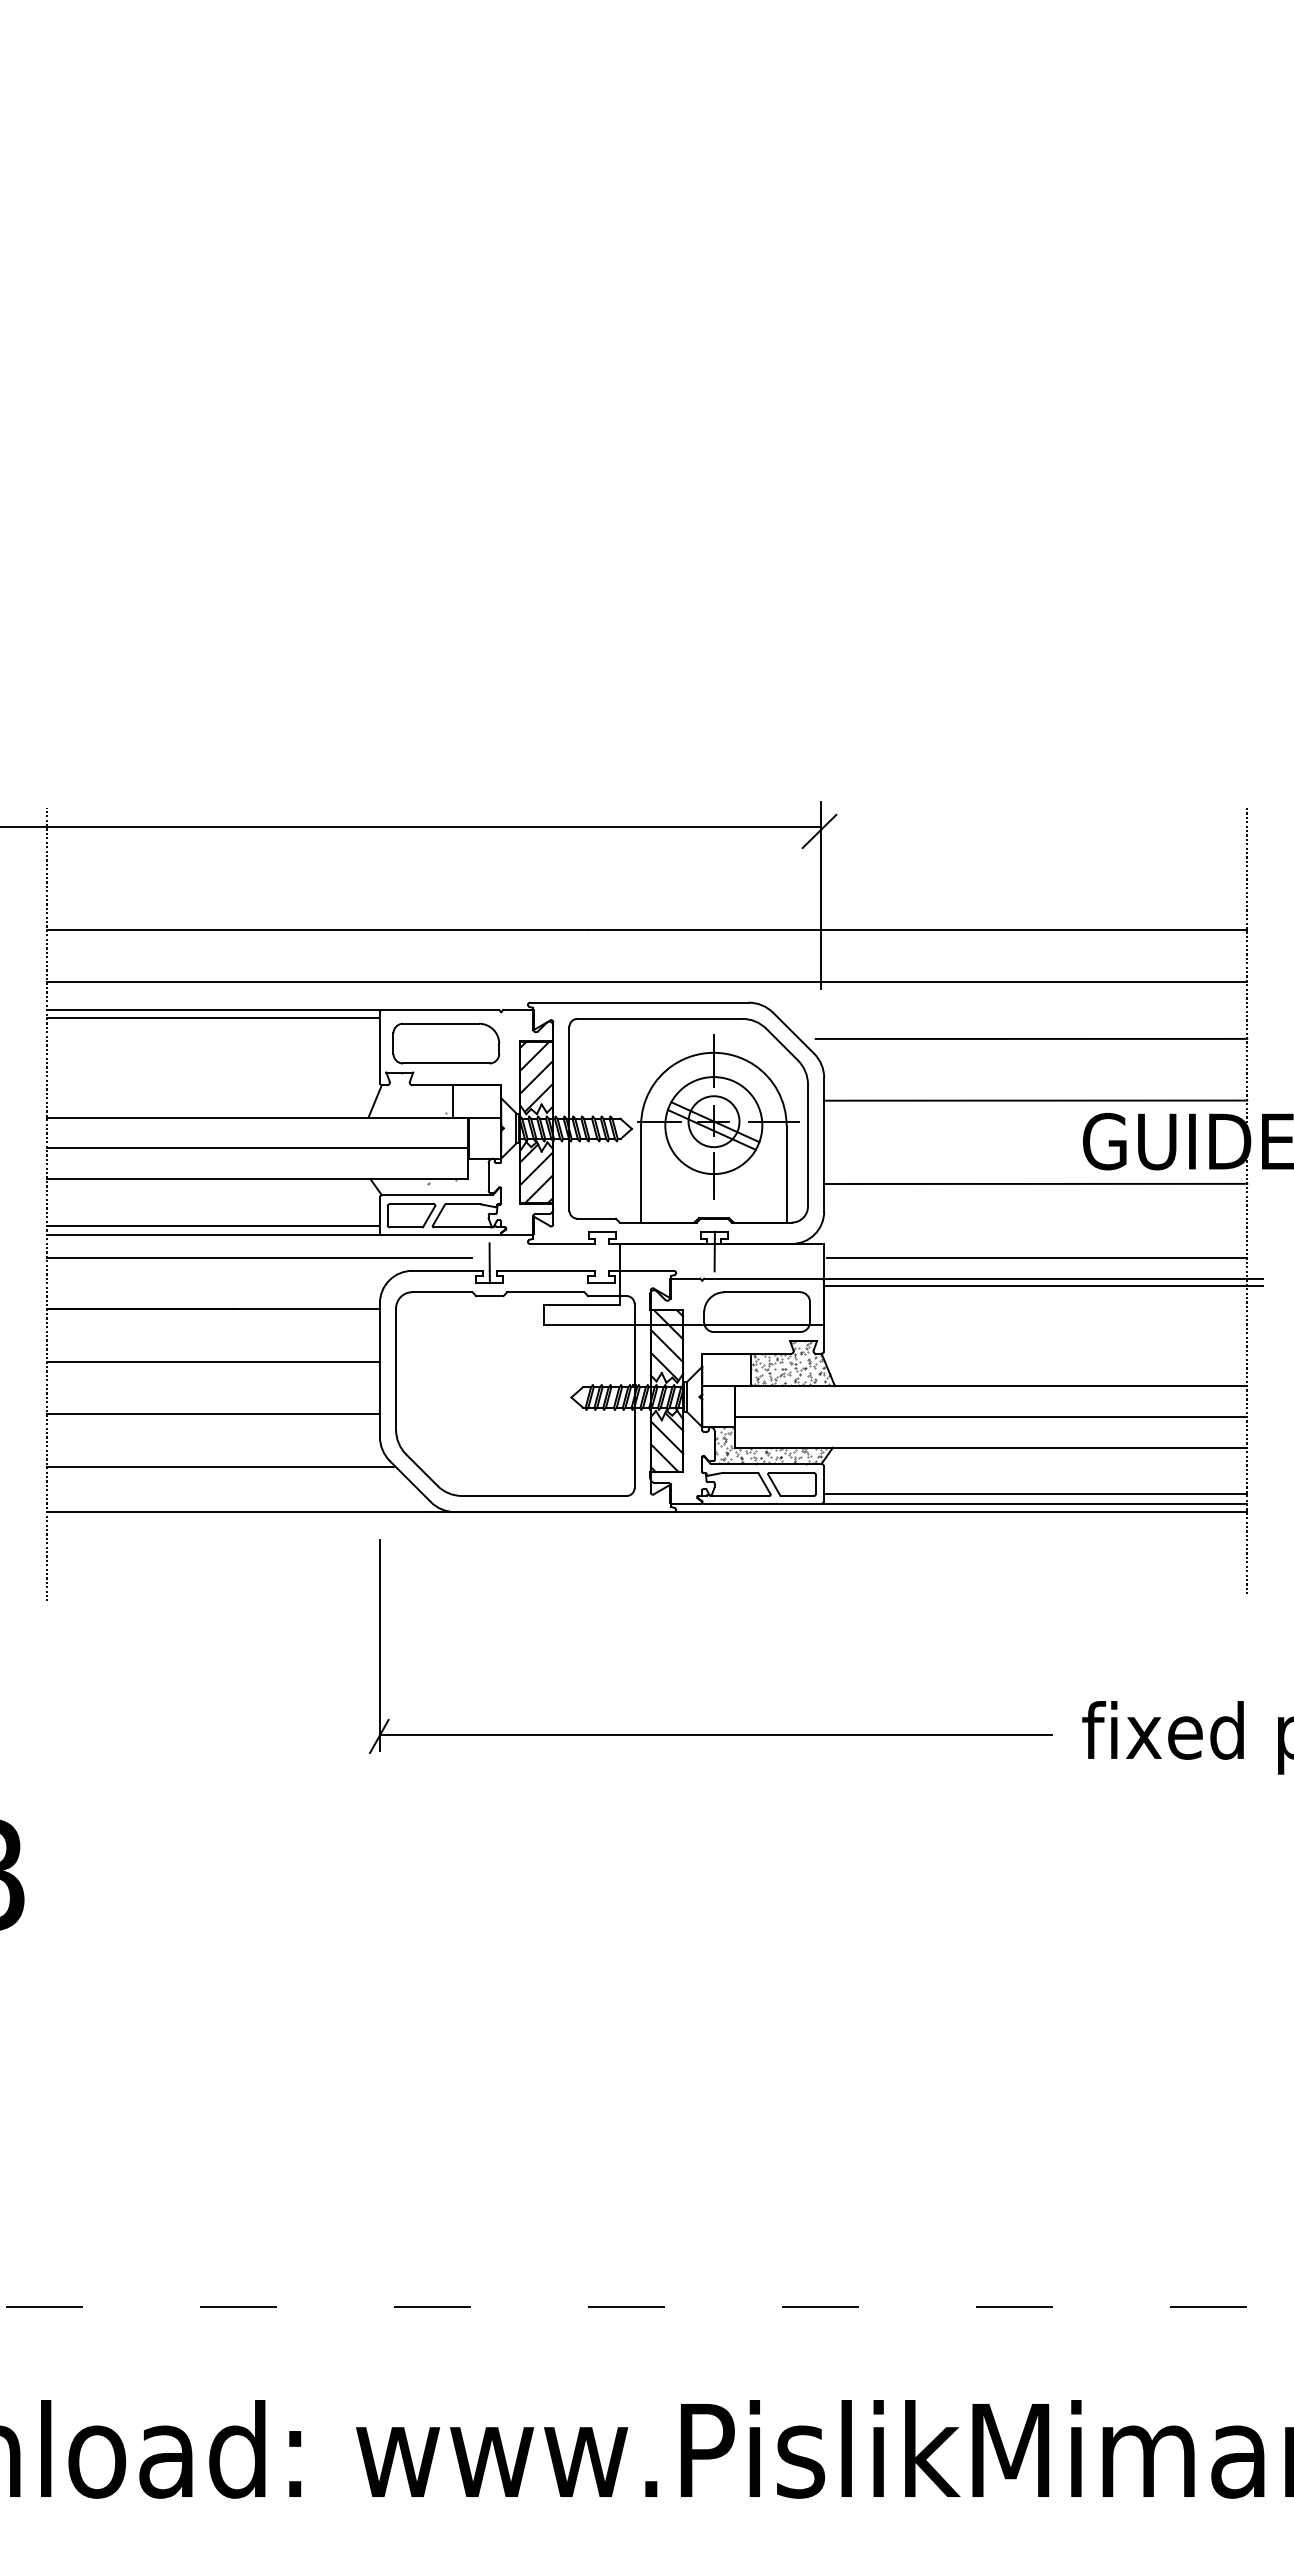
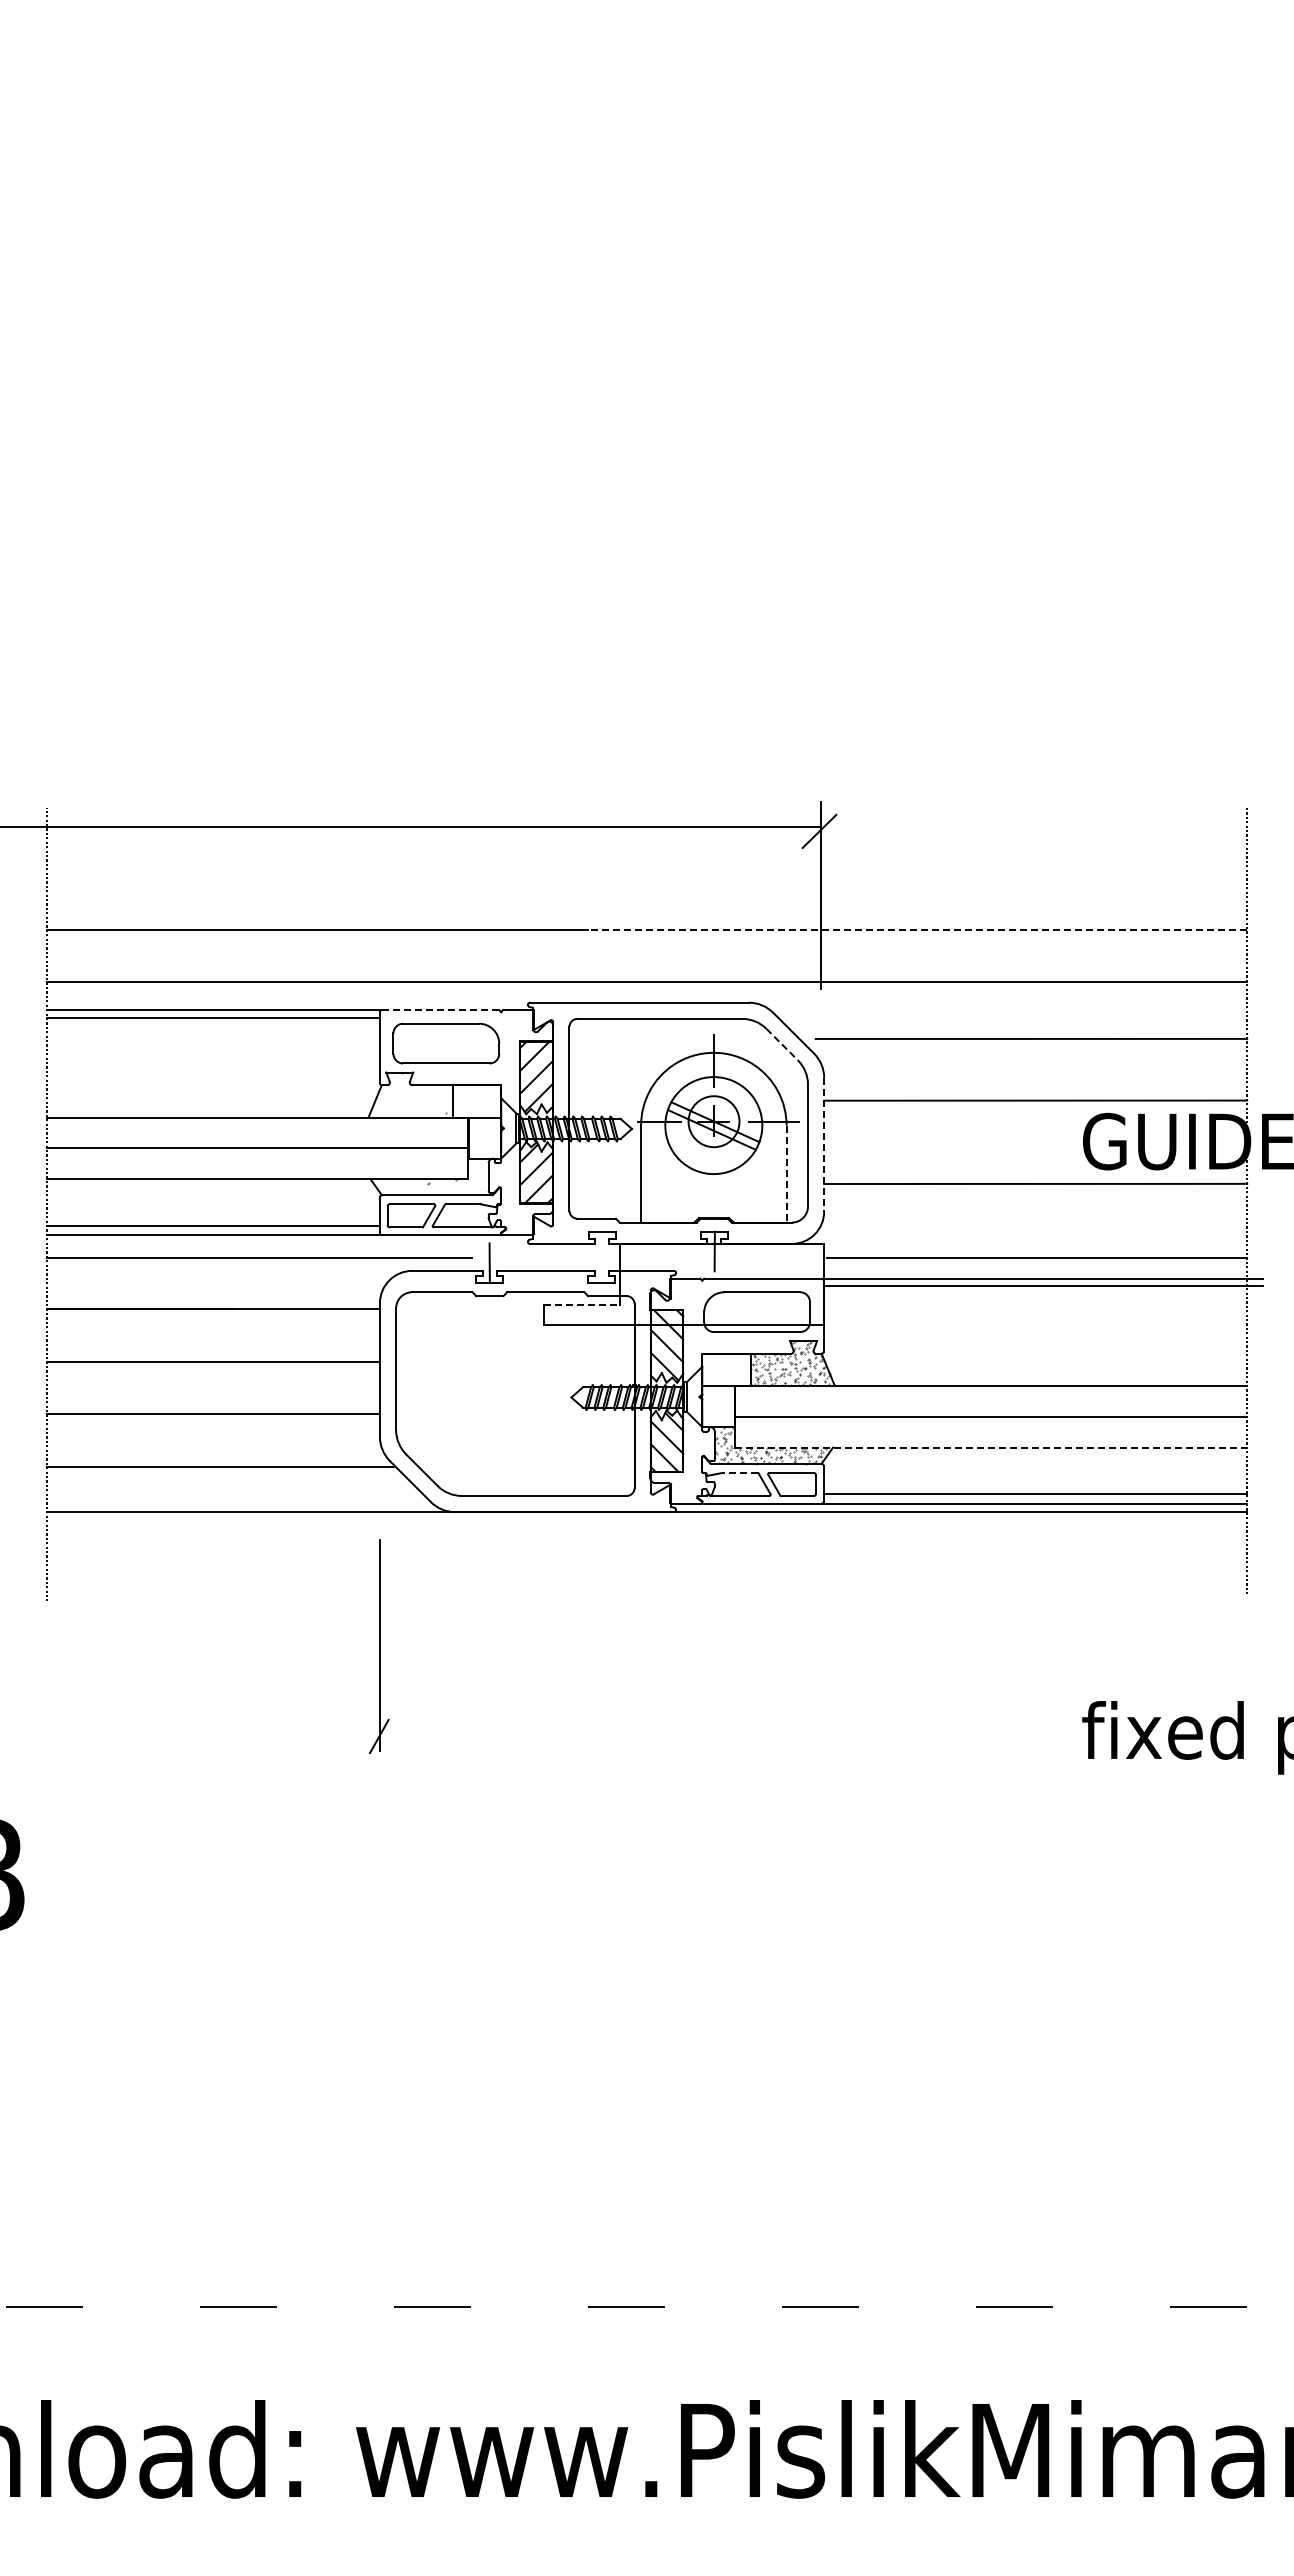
line at (917, 930): solid -> dashed
line at (440, 1010): solid -> dashed
line at (782, 1044): solid -> dashed
line at (824, 1144): solid -> dashed
line at (786, 1174): solid -> dashed
line at (714, 1176): present -> none
line at (582, 1304): solid -> dashed
line at (991, 1447): solid -> dashed
line at (739, 1472): solid -> dashed
line at (715, 1734): present -> none
